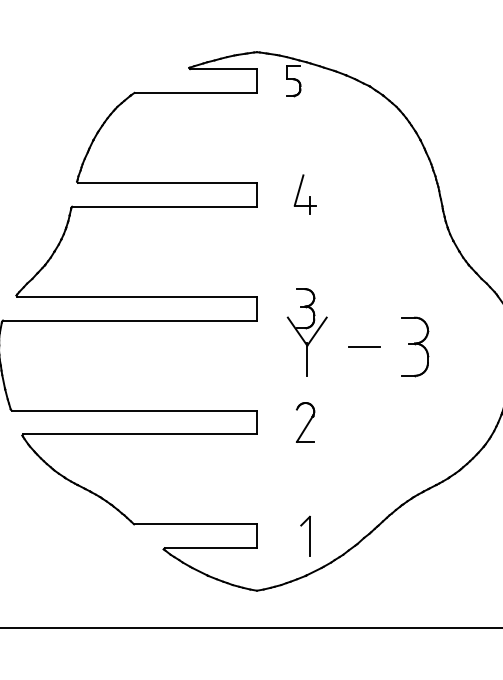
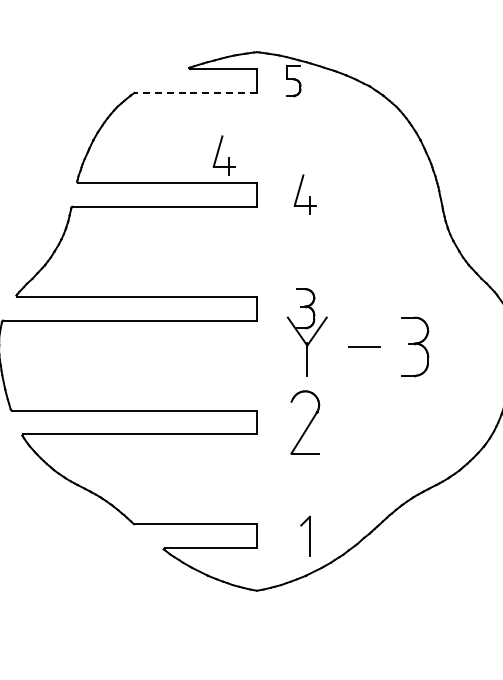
line at (195, 92): solid -> dashed
part at (223, 155): none -> present
part at (305, 422) size: 20x41 px -> 31x65 px
line at (250, 627): present -> none
